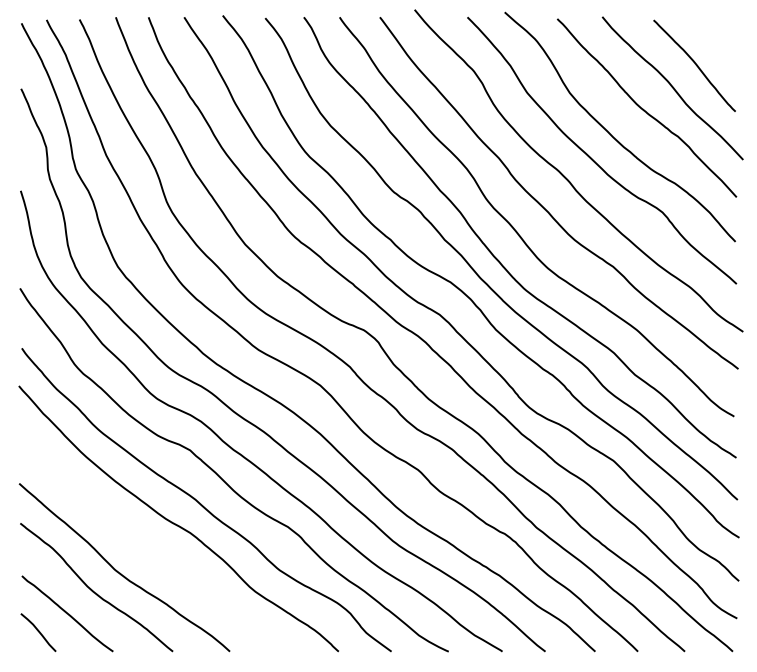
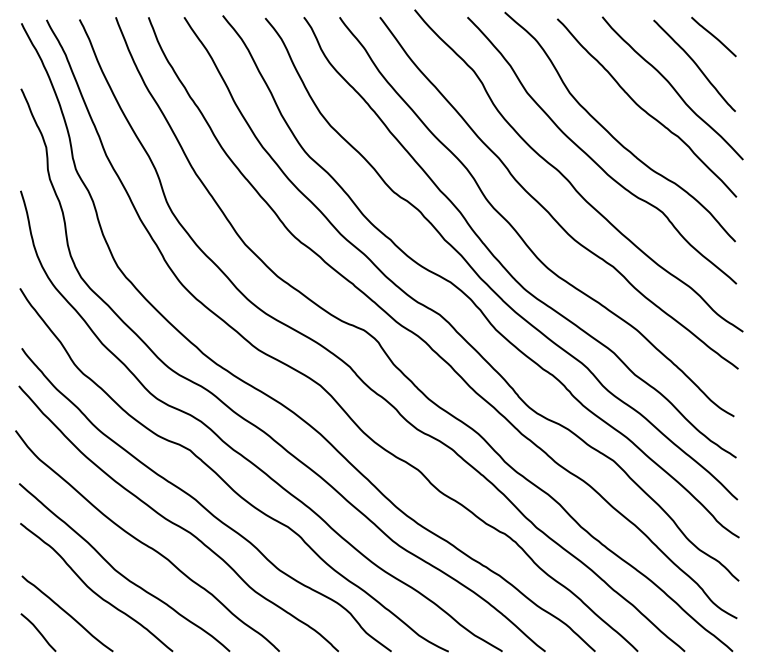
line at (713, 36): none -> present
curve at (145, 543): none -> present
